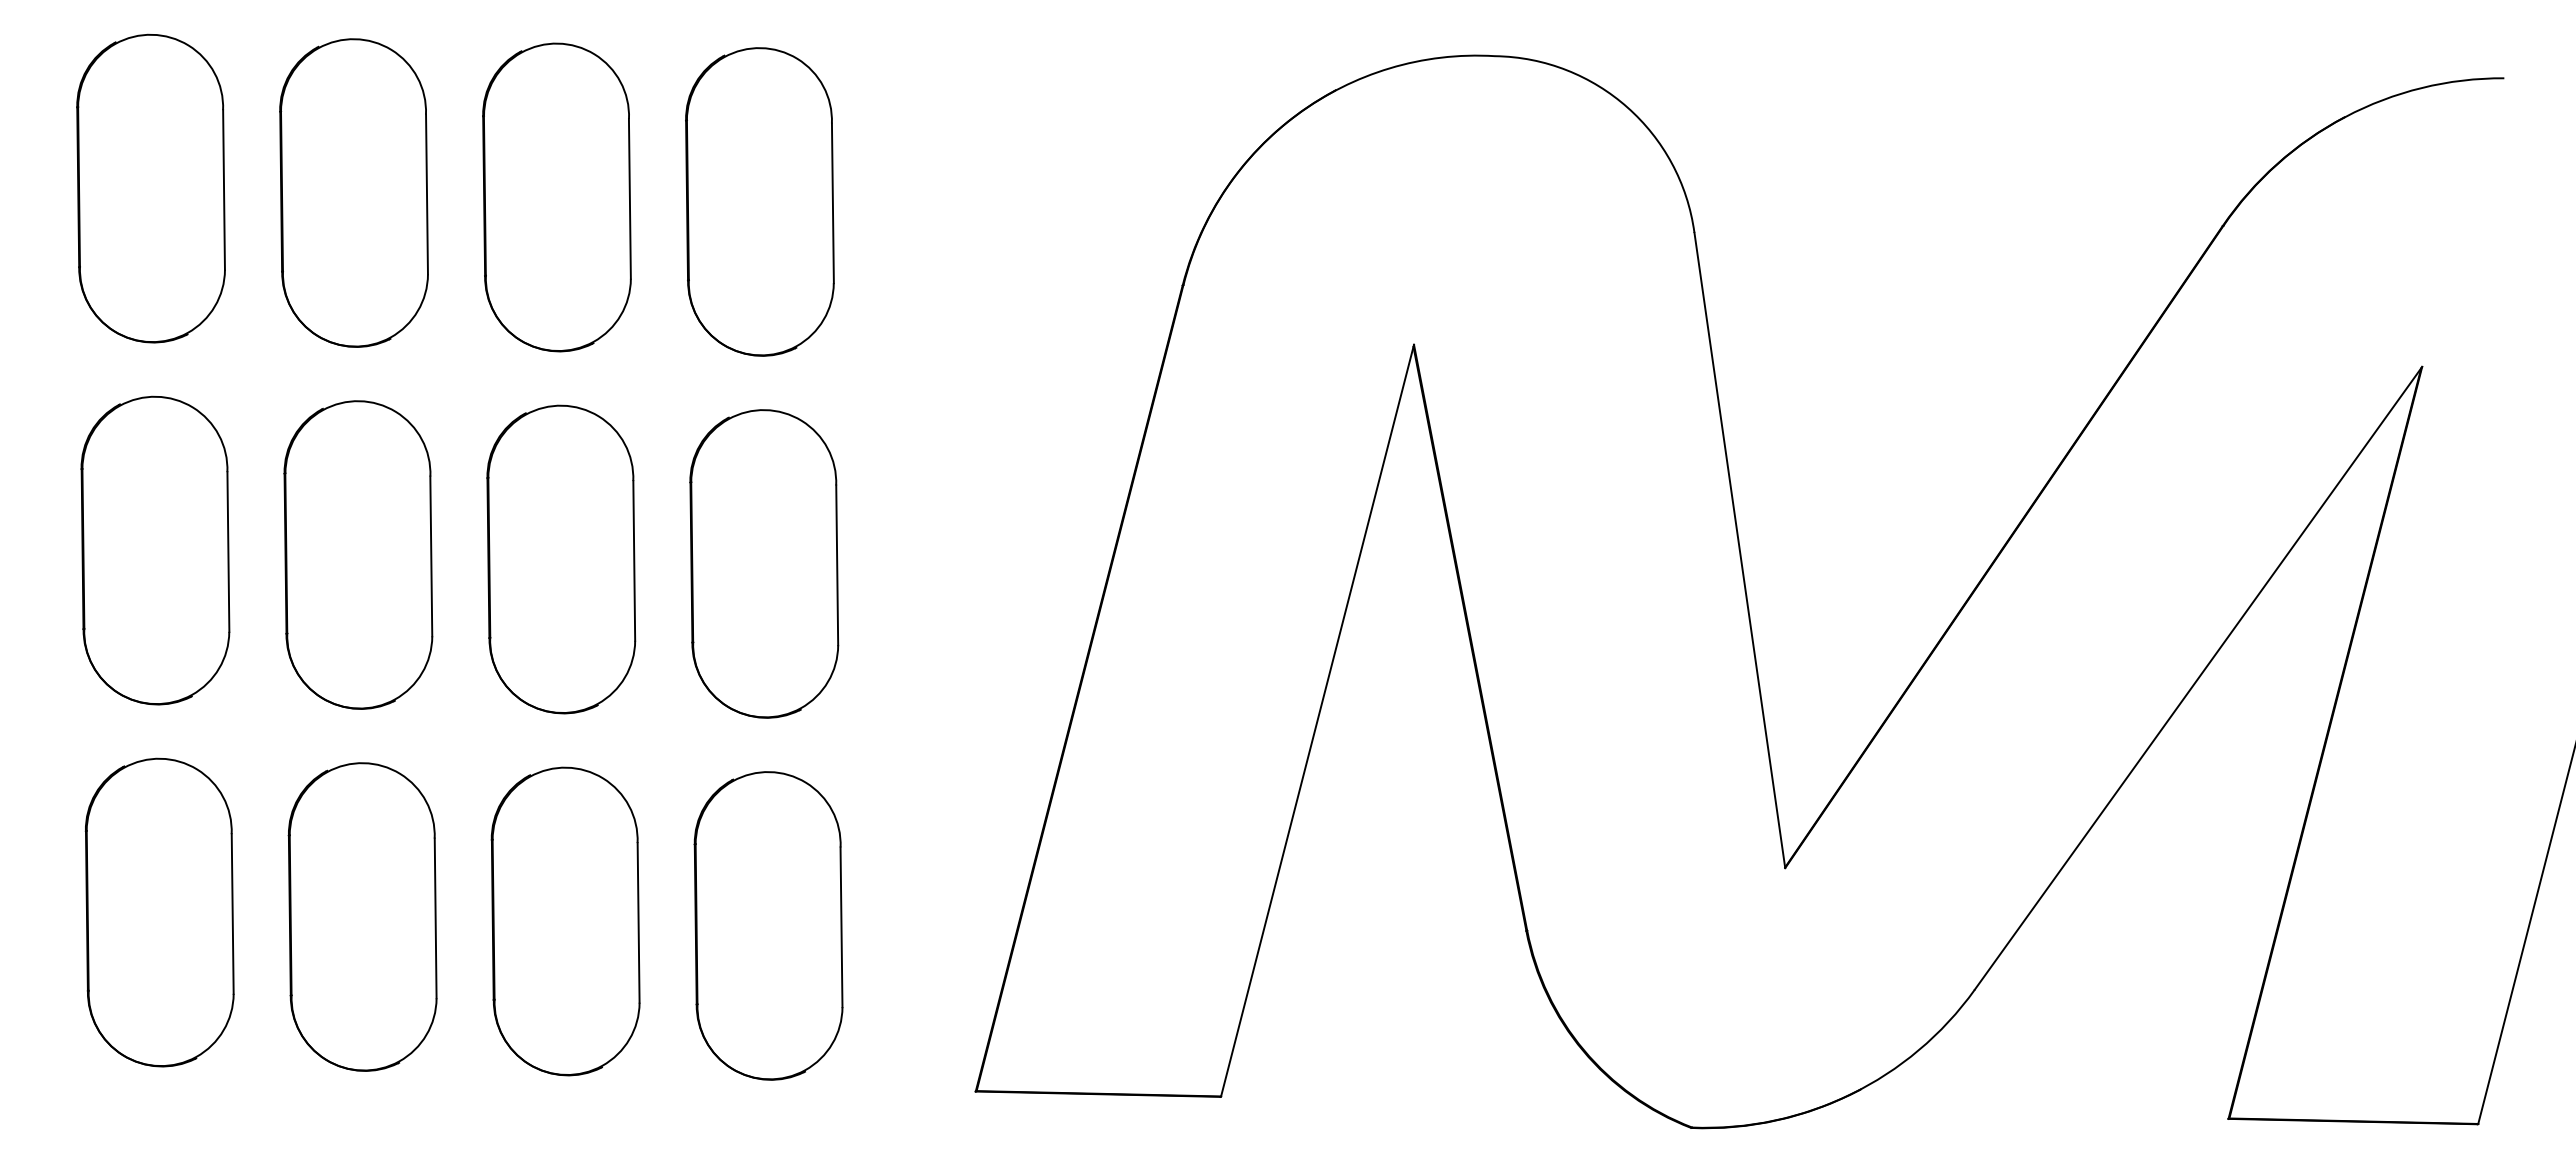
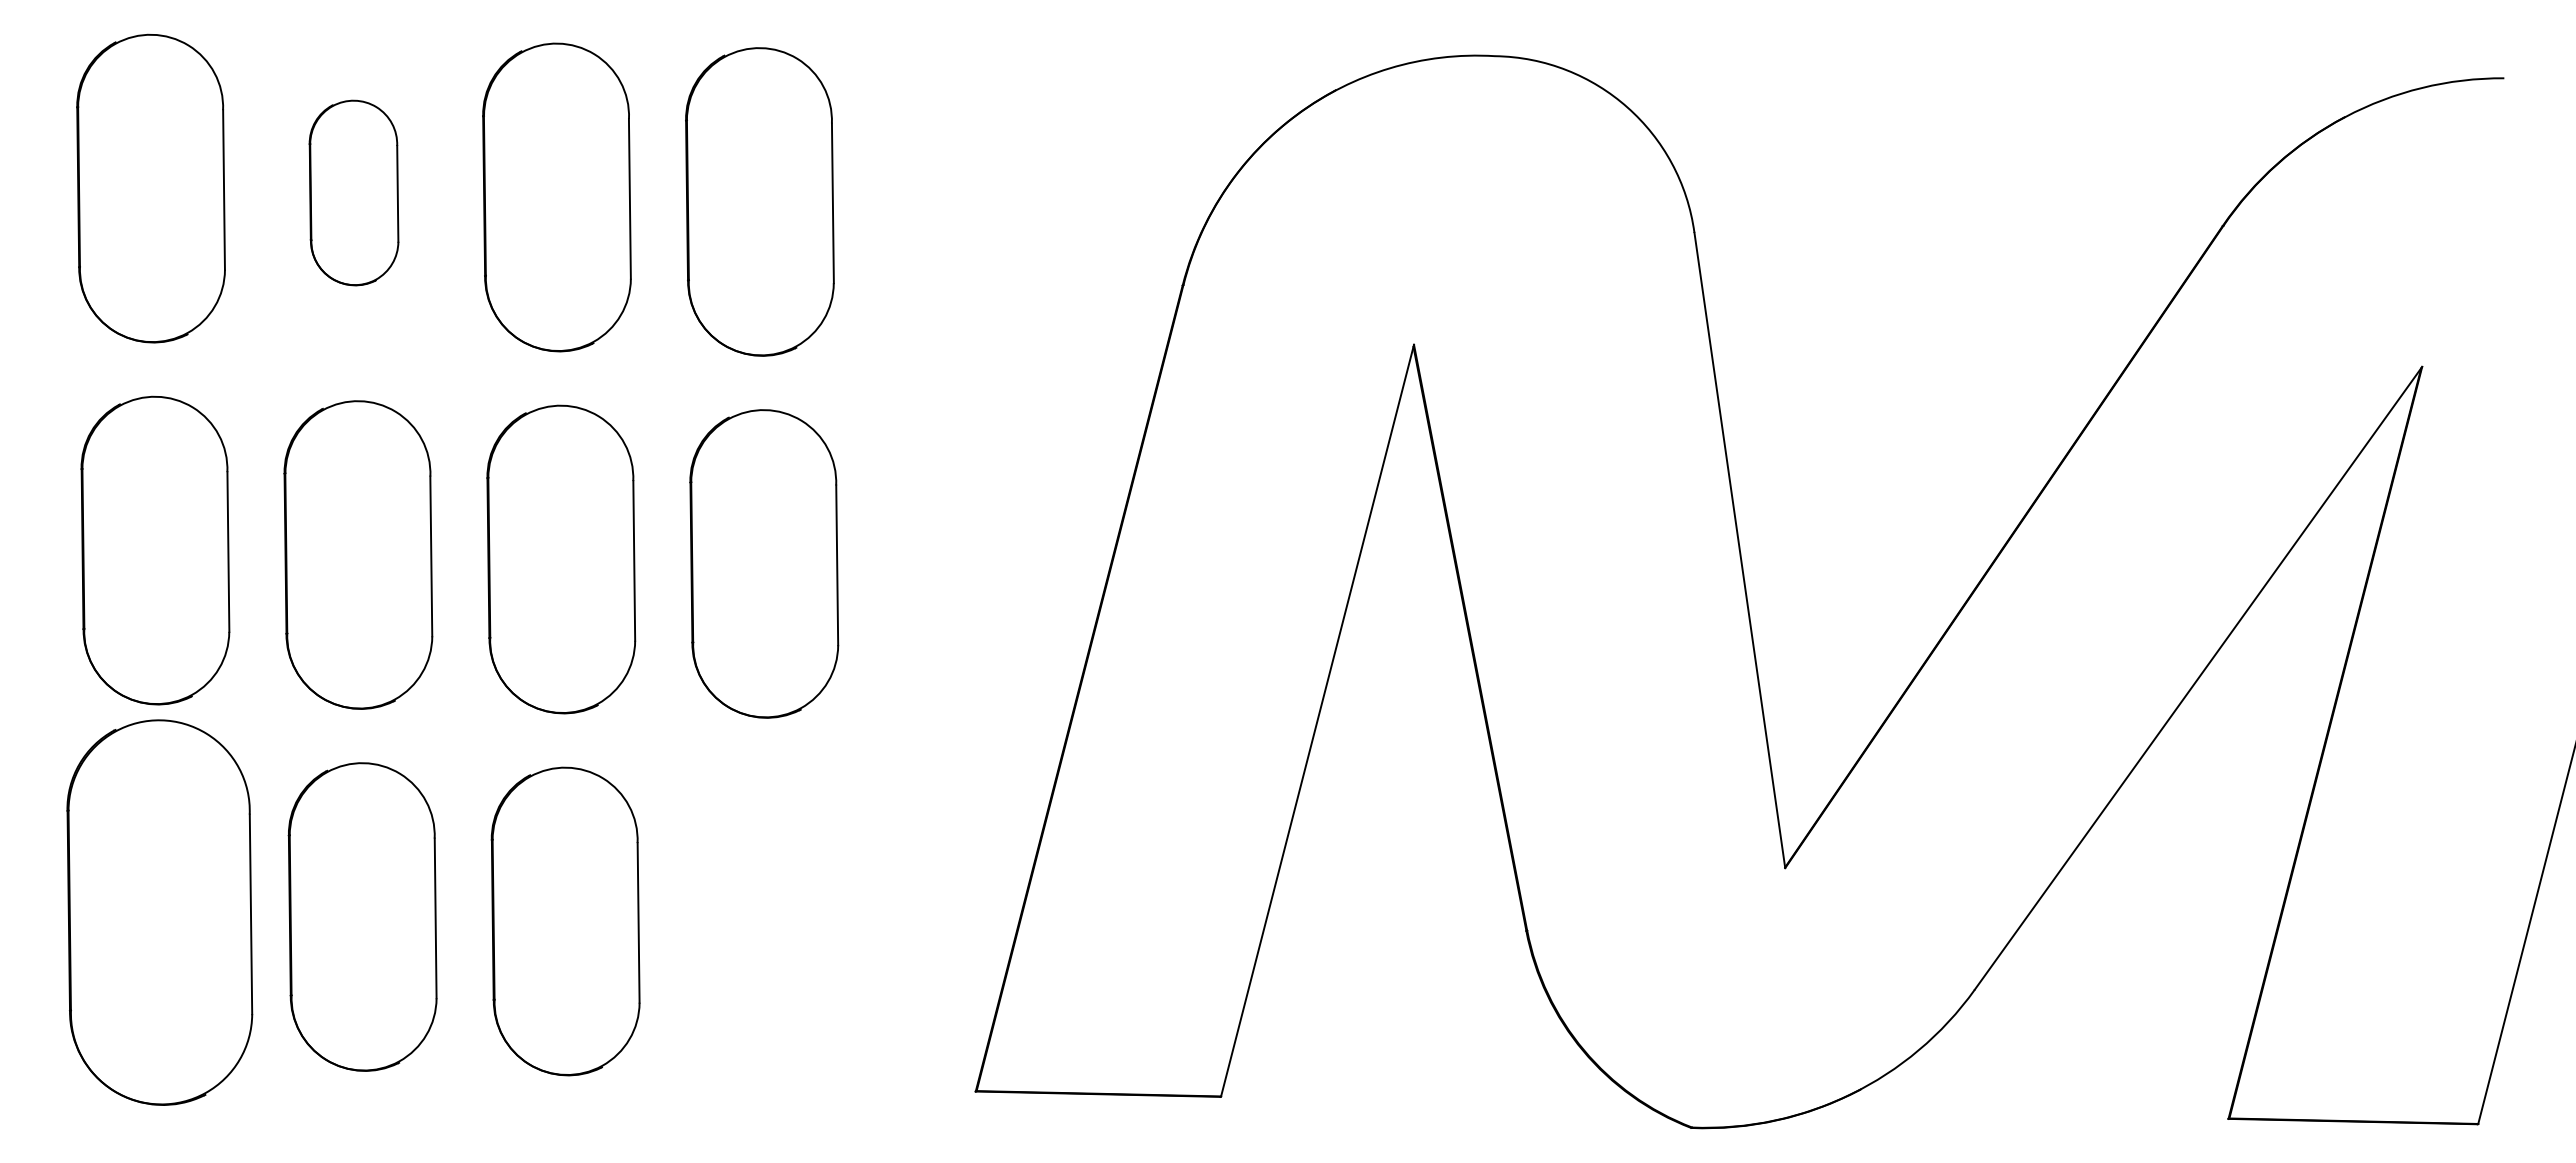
part at (353, 192) size: 150x310 px -> 92x188 px
part at (159, 912) size: 151x311 px -> 188x387 px
part at (768, 925): present -> none
